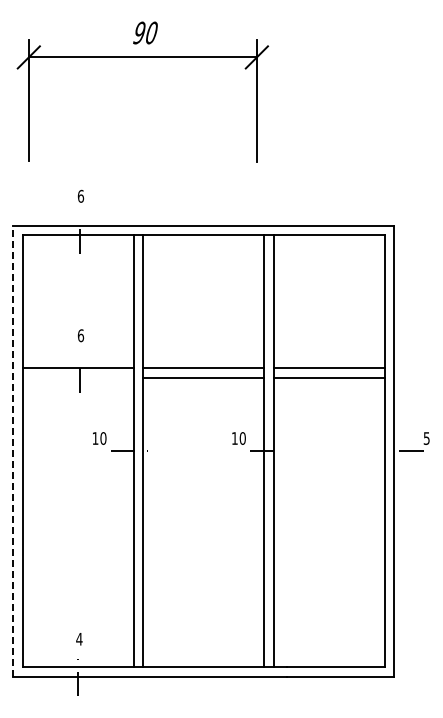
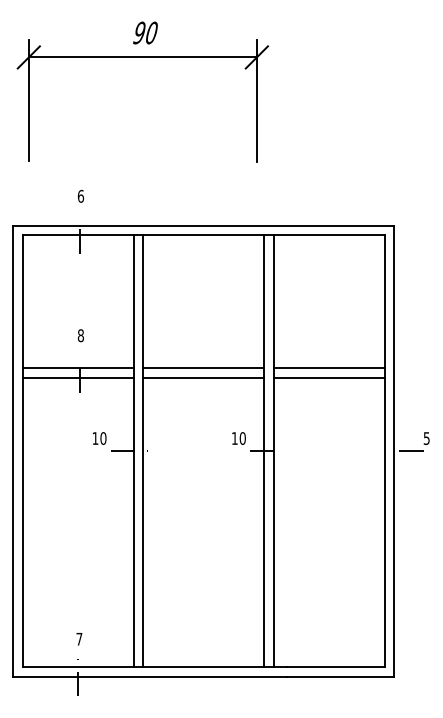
text at (80, 335): 6 -> 8
line at (77, 377): none -> present
line at (13, 451): dashed -> solid
text at (79, 639): 4 -> 7
